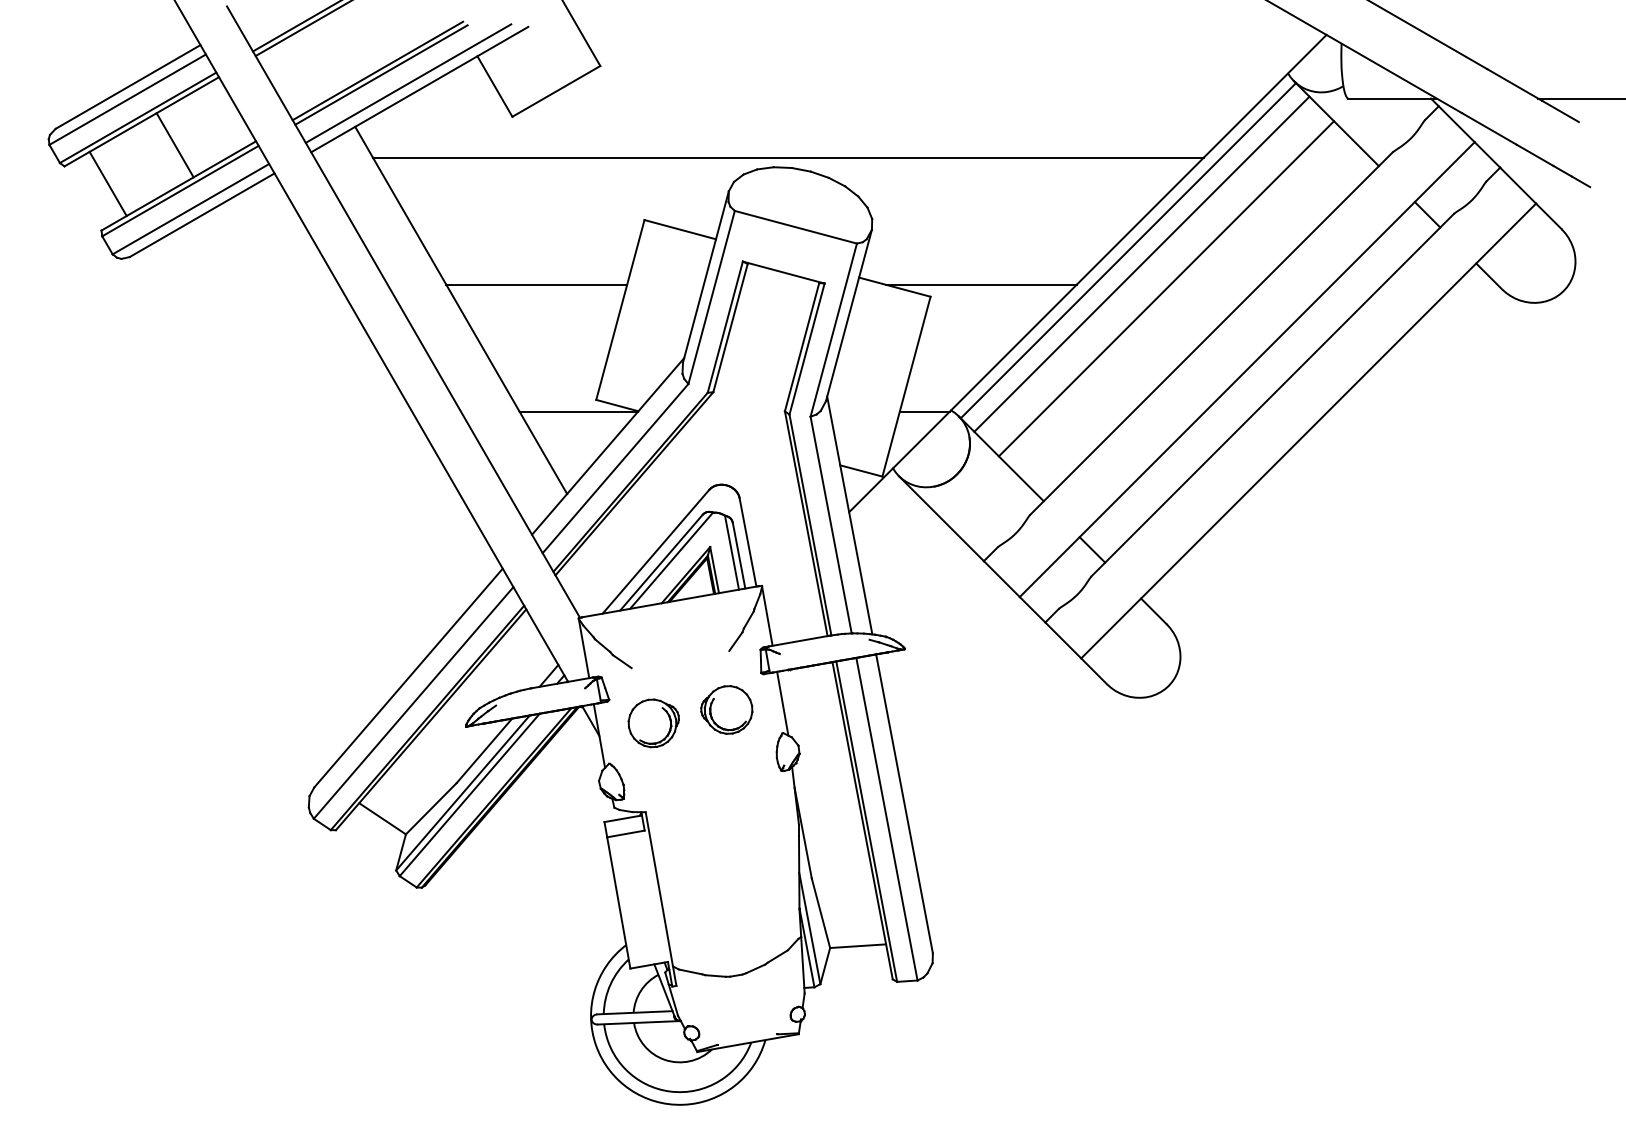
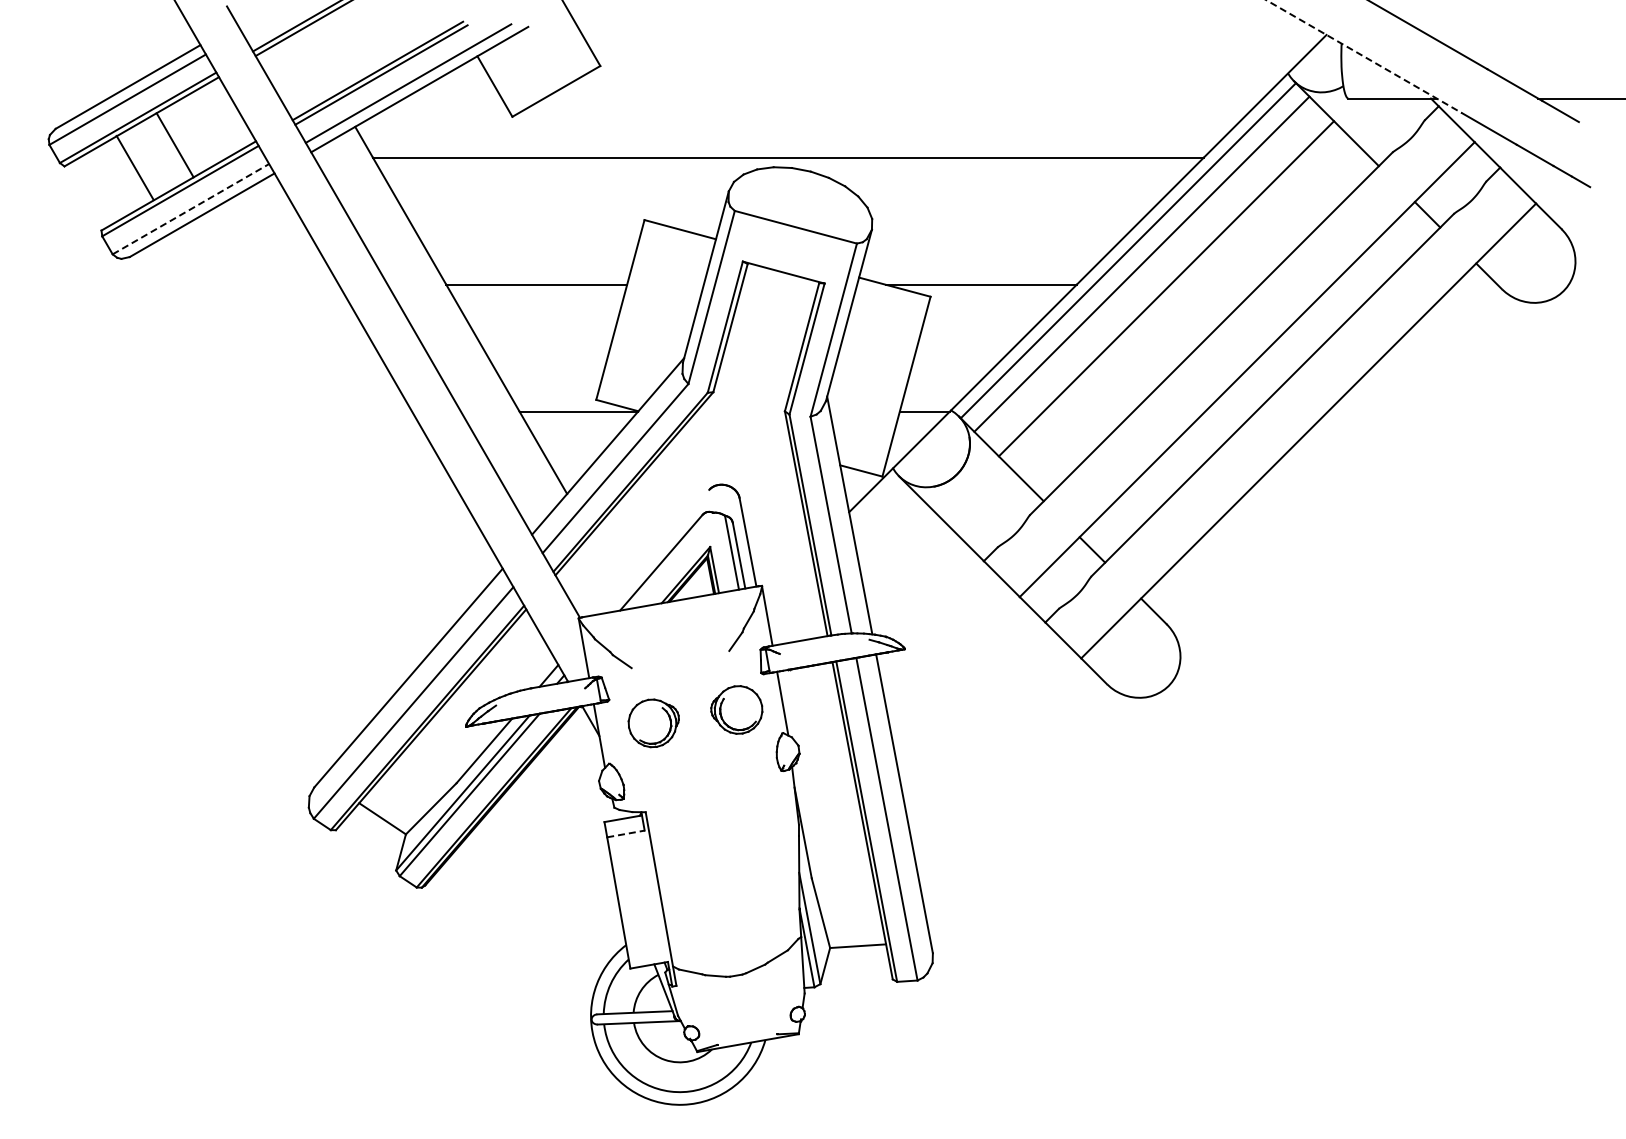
line at (1364, 56): solid -> dashed
line at (107, 183) position: (107, 183) -> (134, 167)
line at (191, 208): solid -> dashed
line at (655, 551): present -> none
line at (671, 560): present -> none
part at (726, 709) position: (726, 709) -> (736, 709)
line at (626, 833): solid -> dashed
